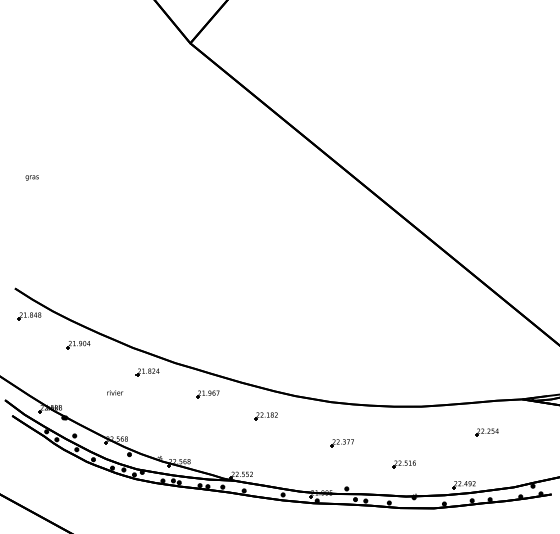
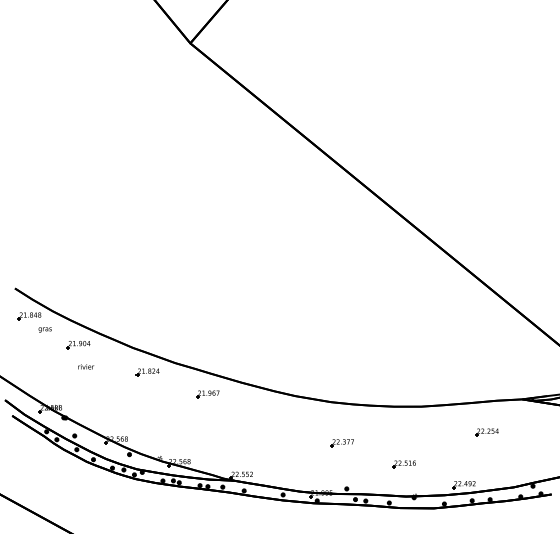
text at (31, 177) position: (31, 177) -> (44, 329)
text at (115, 392) position: (115, 392) -> (86, 366)
part at (265, 416): present -> none
